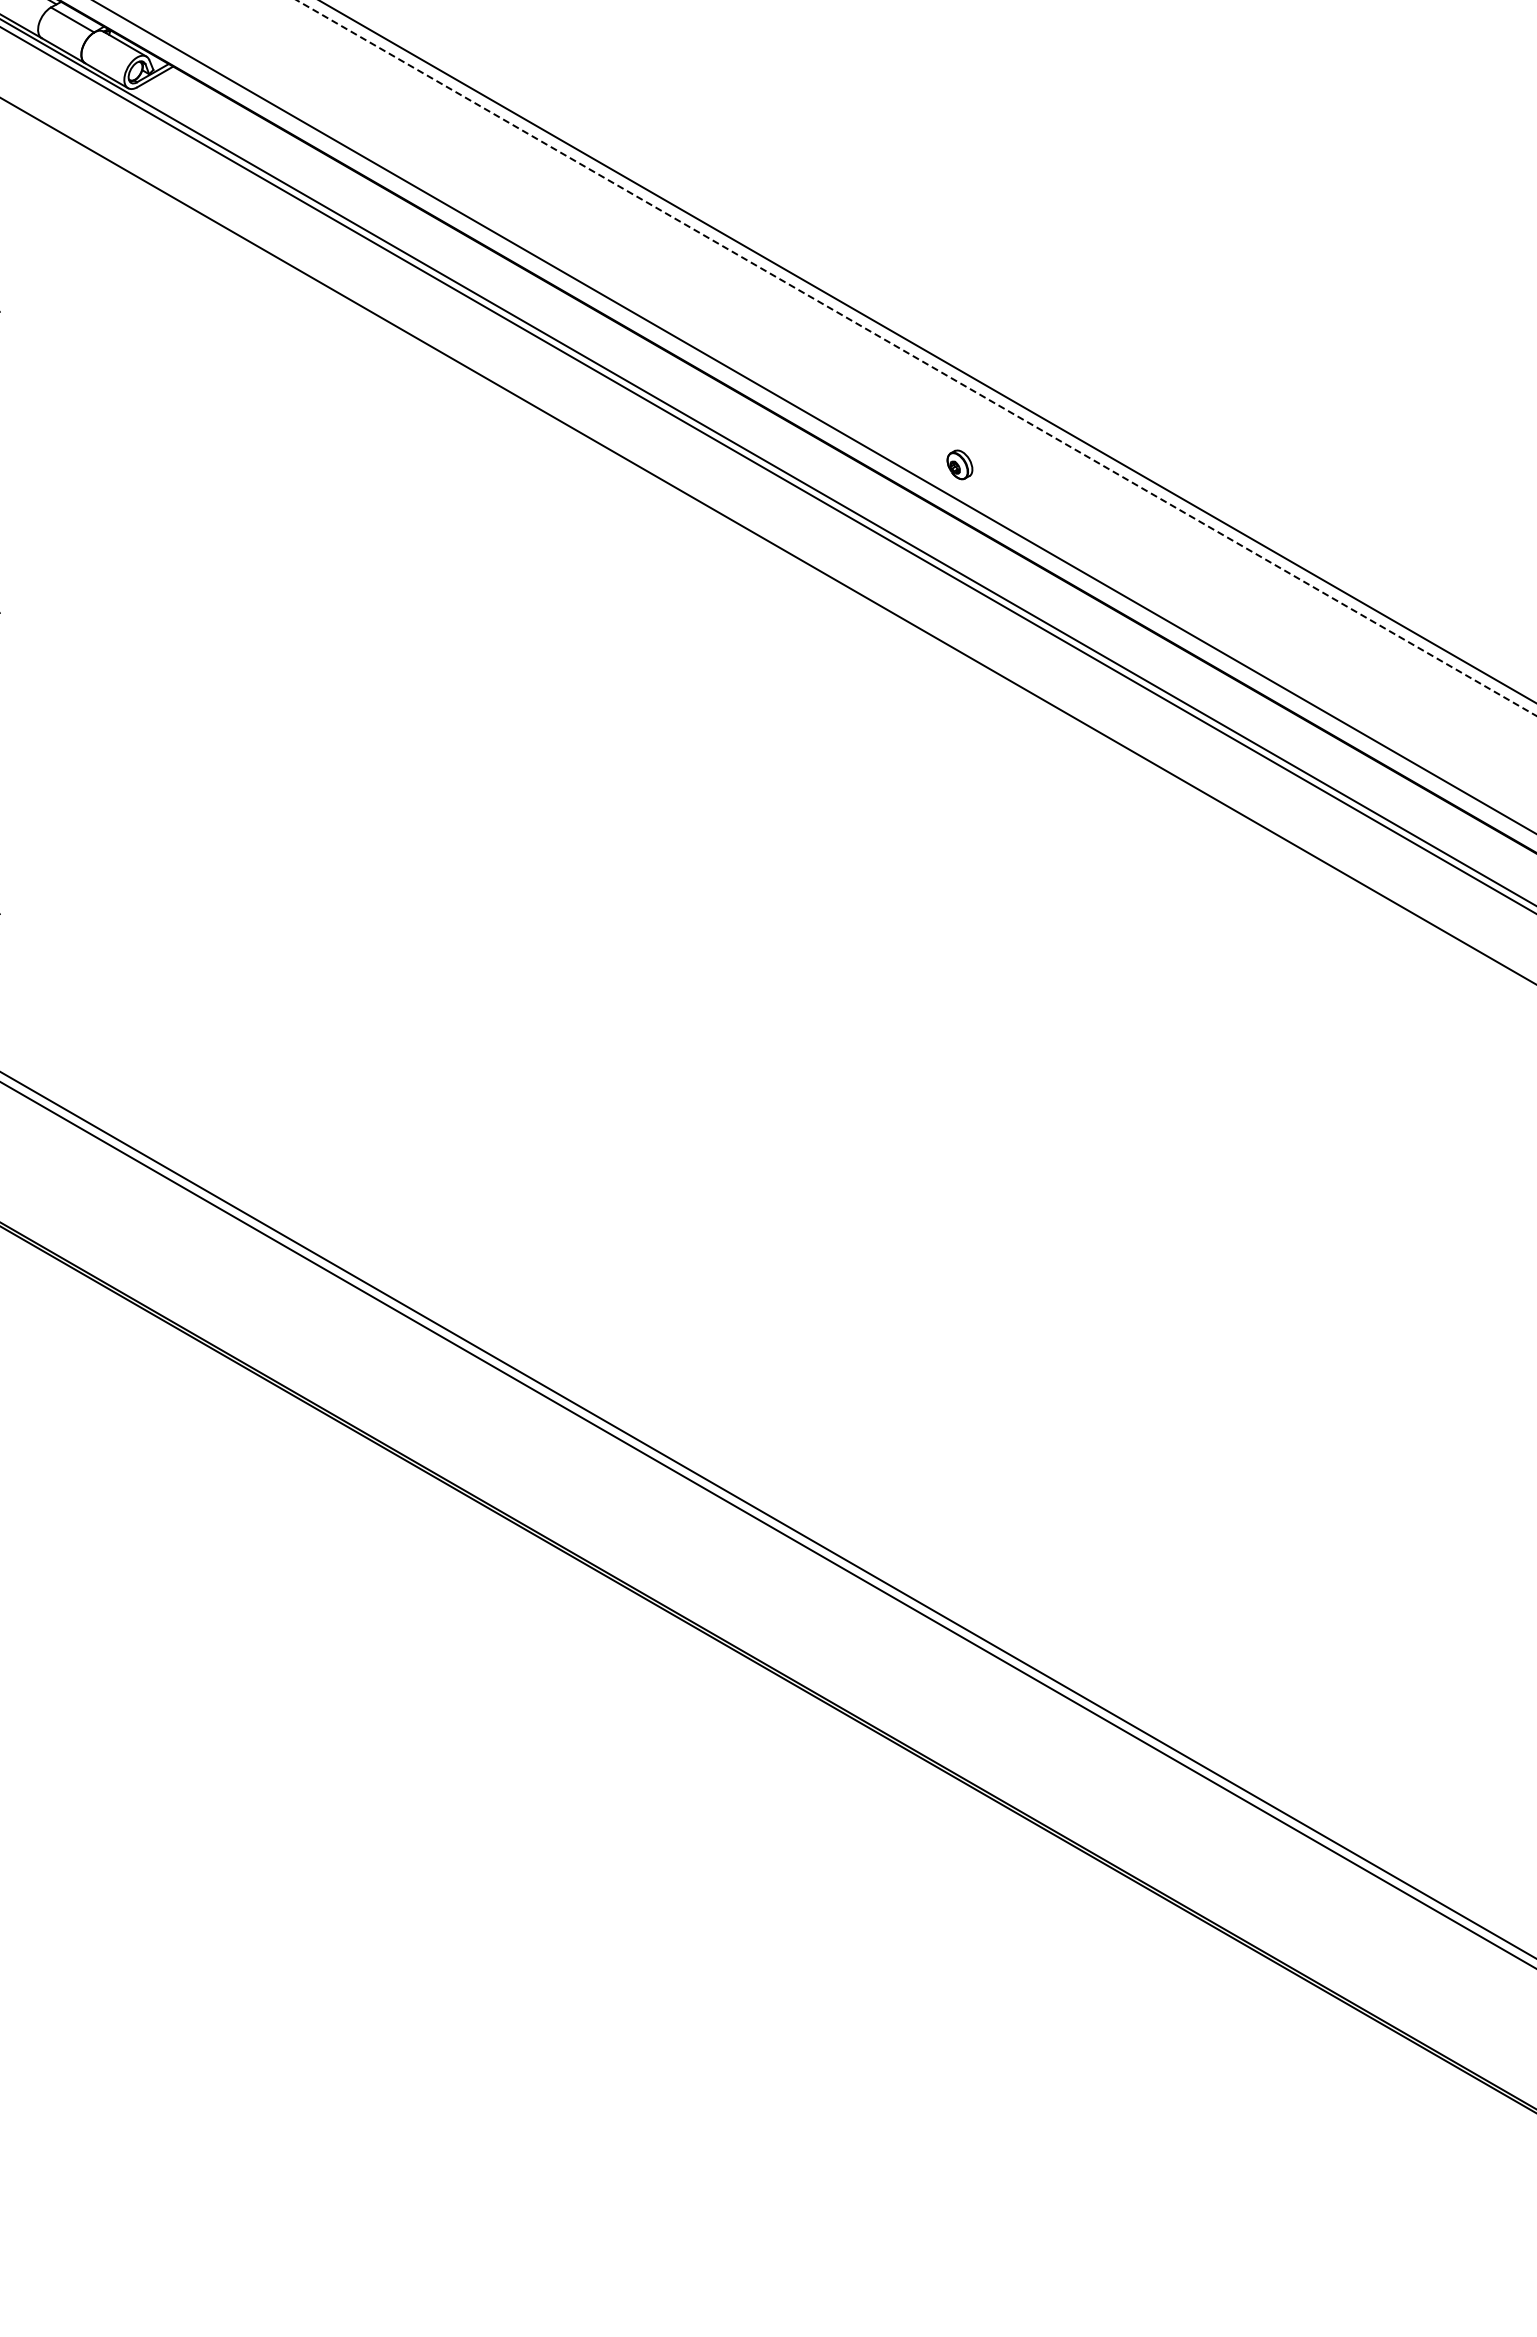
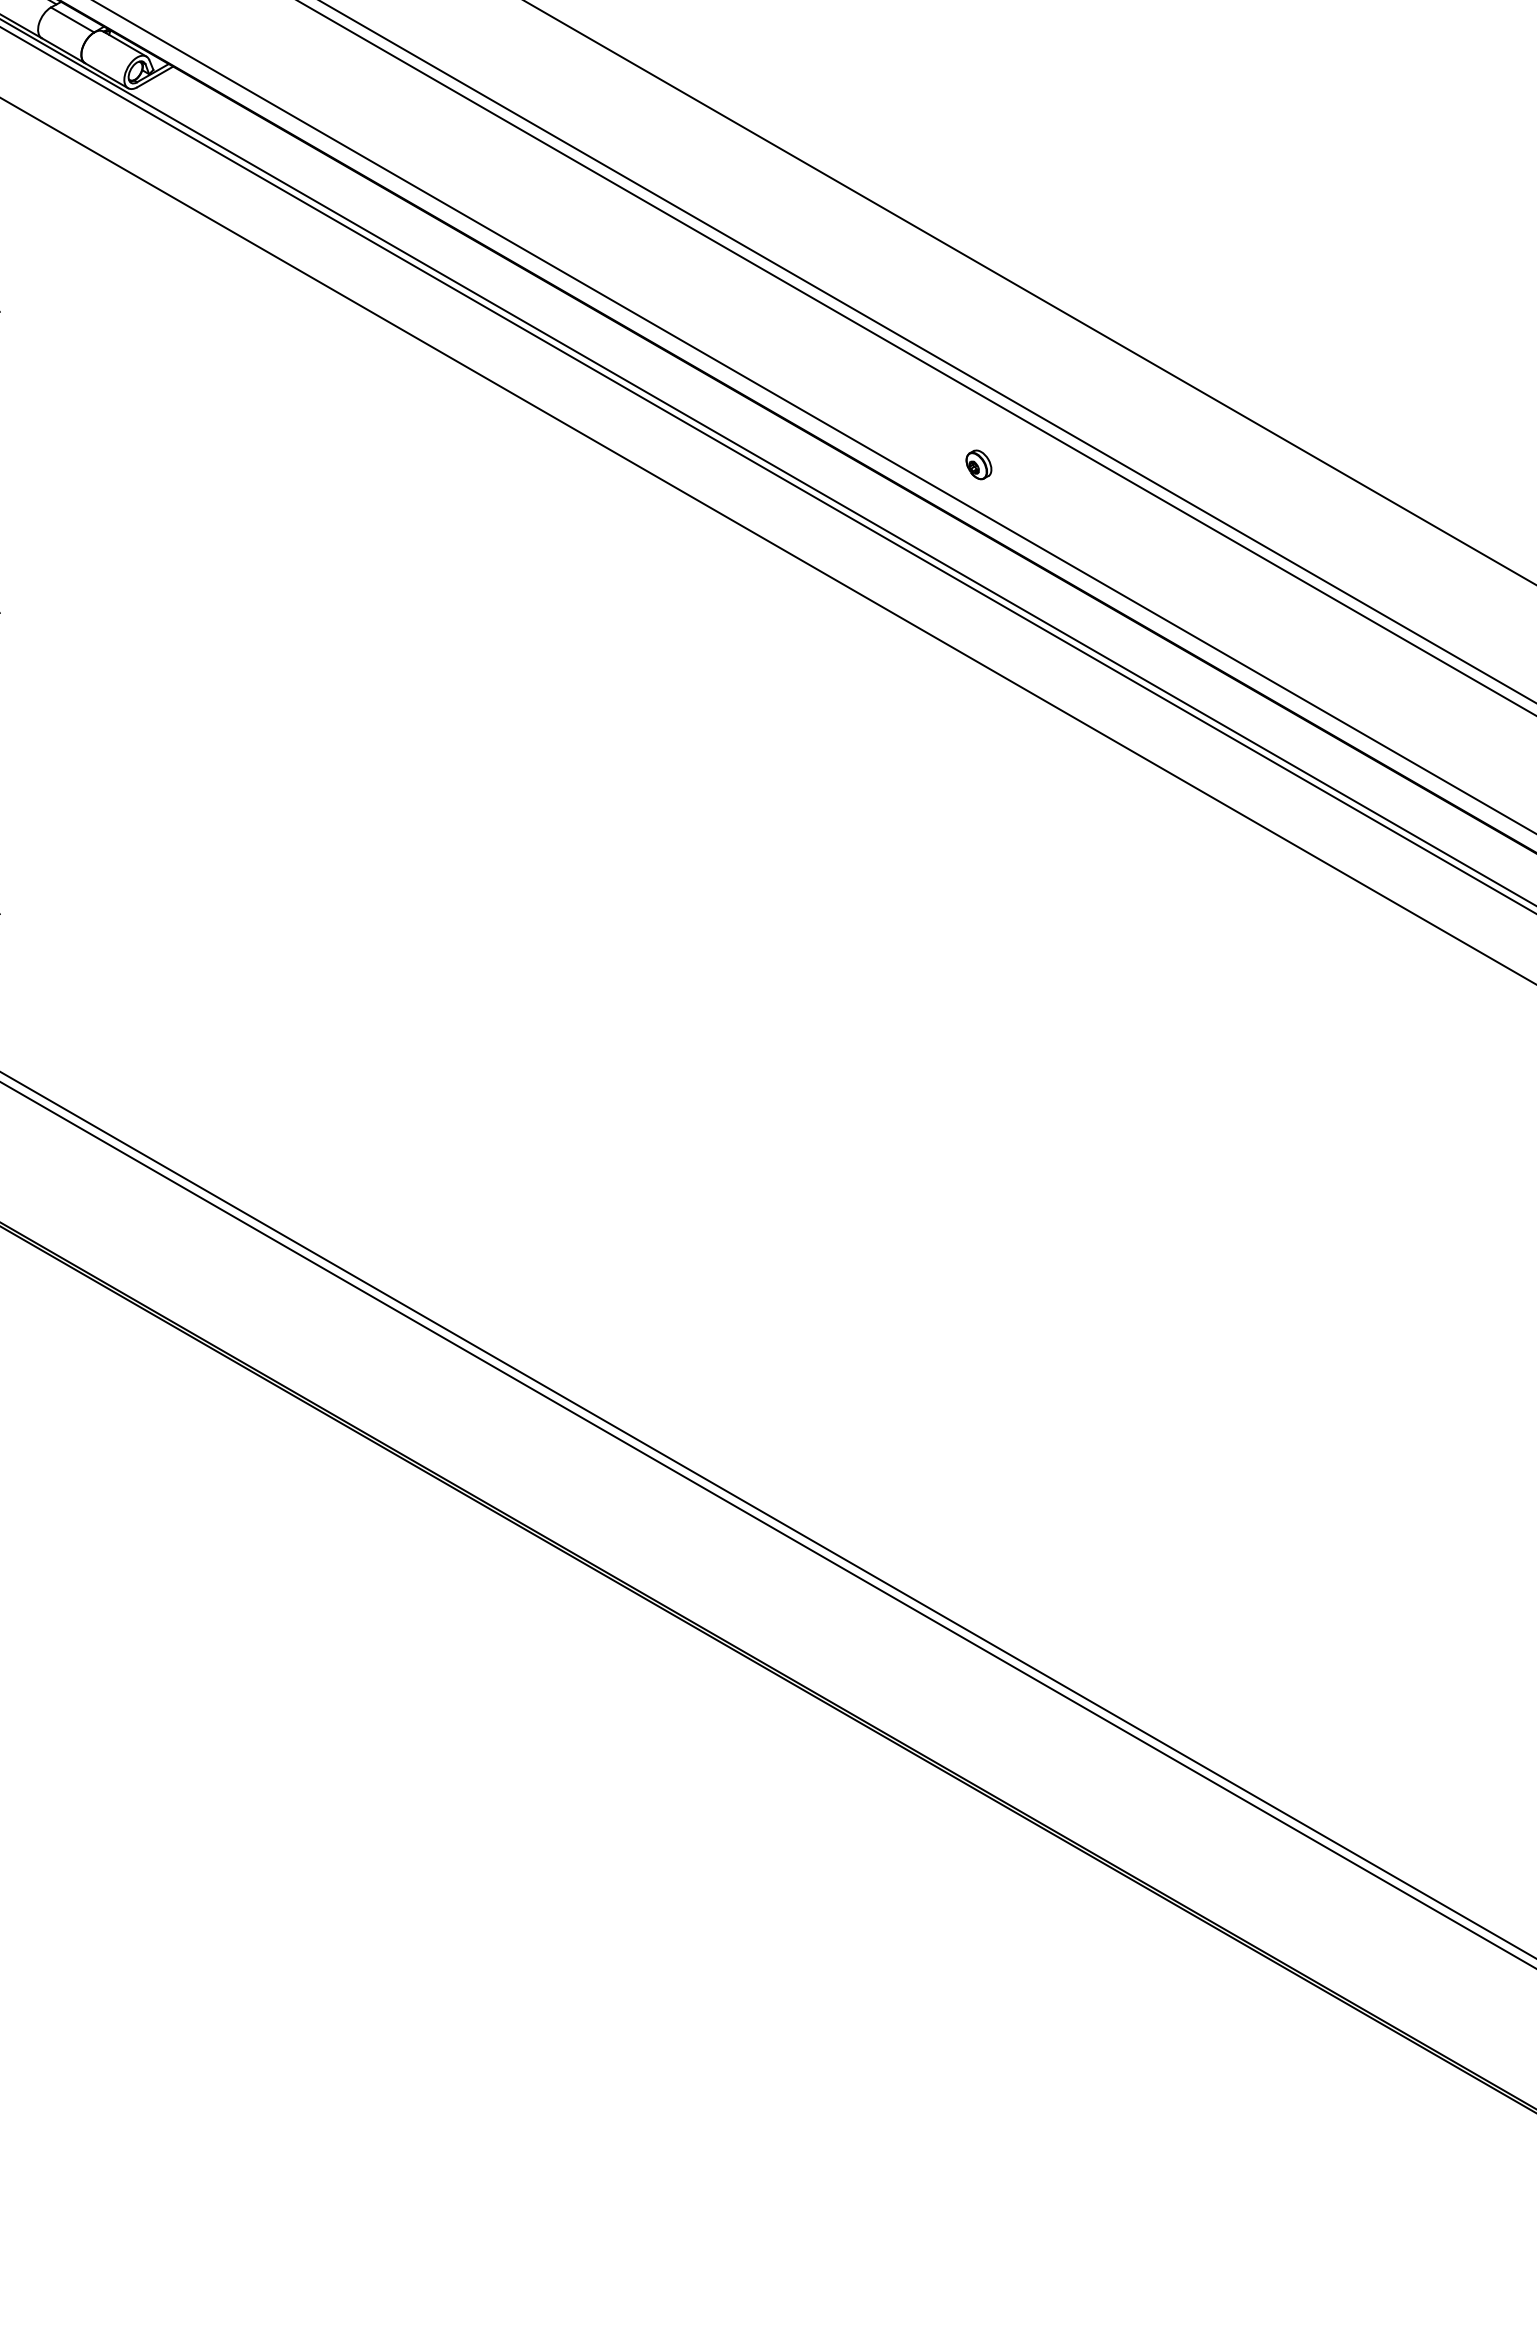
line at (1030, 292): none -> present
line at (916, 358): dashed -> solid
part at (959, 464) position: (959, 464) -> (978, 464)
